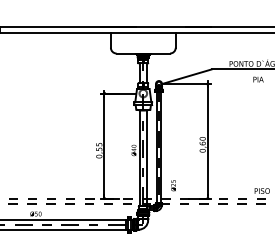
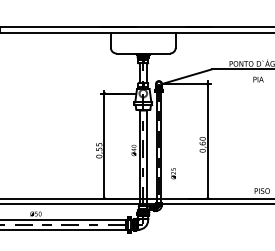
text at (173, 185) position: (173, 185) -> (173, 173)
line at (137, 198): dashed -> solid
line at (137, 204): dashed -> solid
